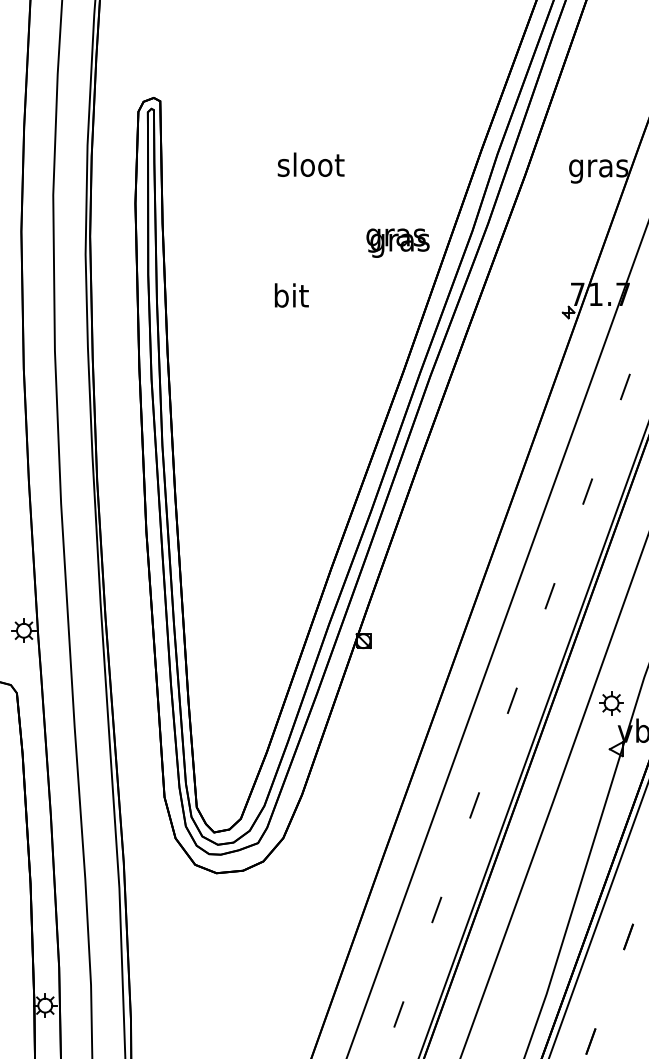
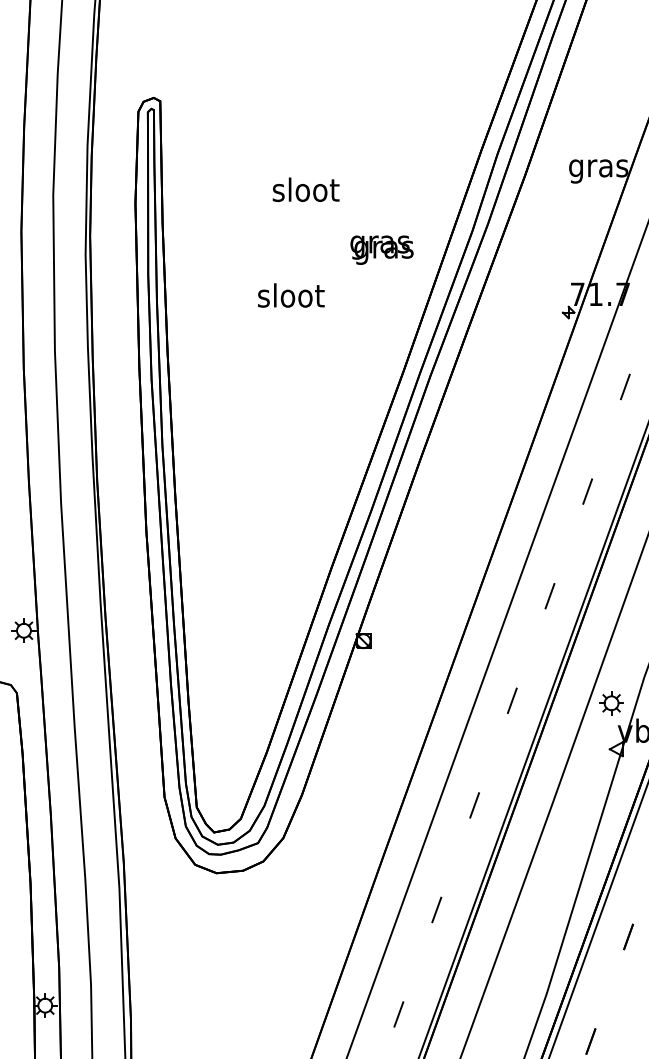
text at (310, 164) position: (310, 164) -> (305, 189)
text at (397, 242) position: (397, 242) -> (381, 249)
text at (291, 295): bit -> sloot
